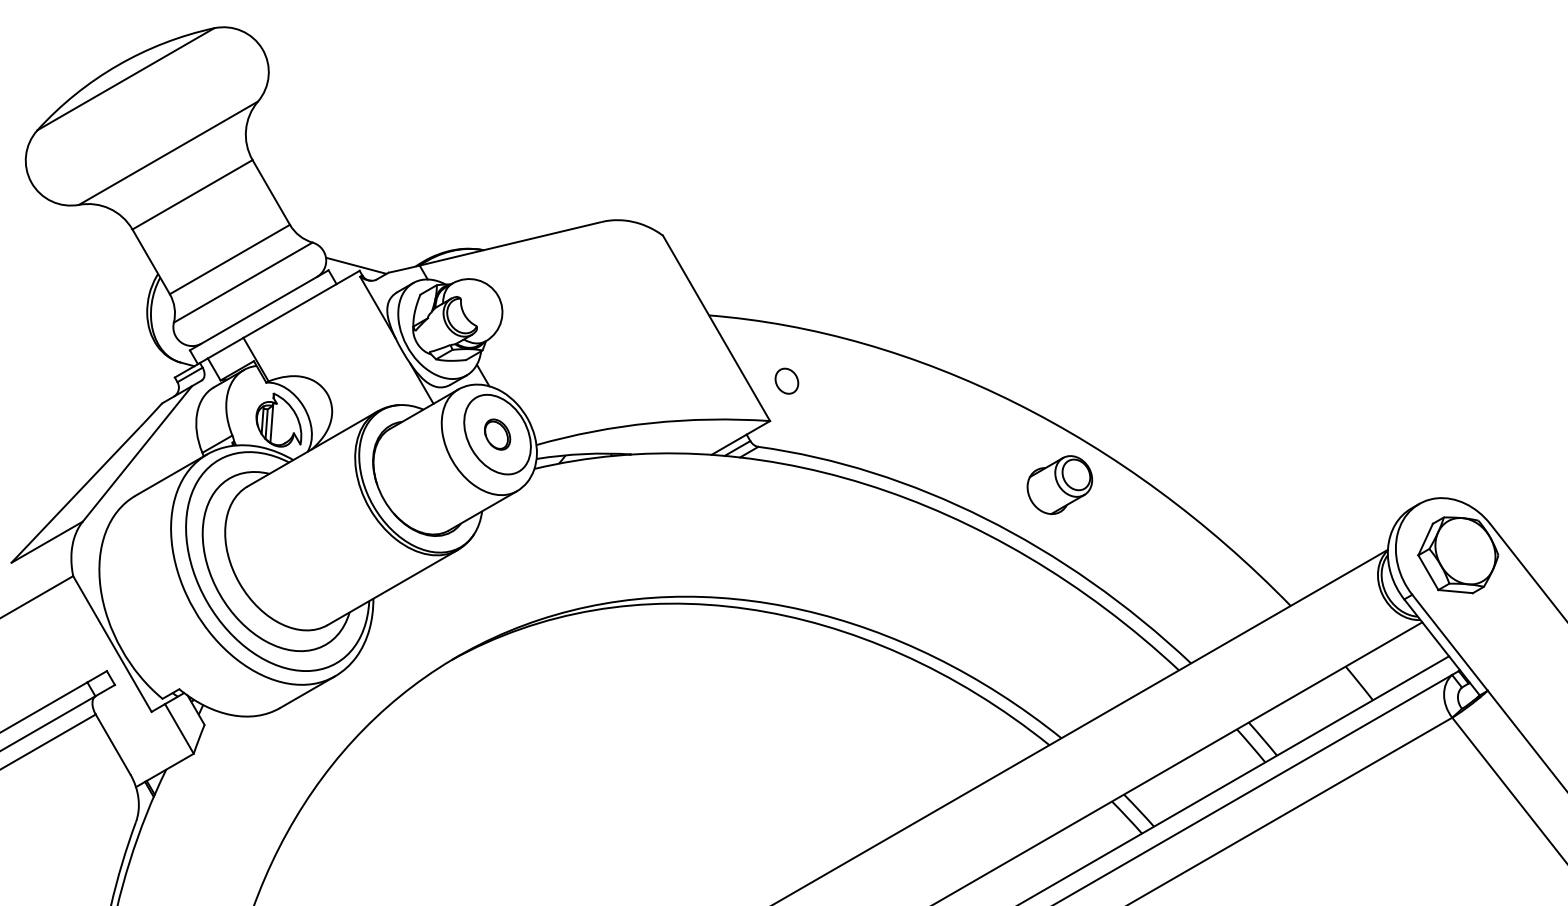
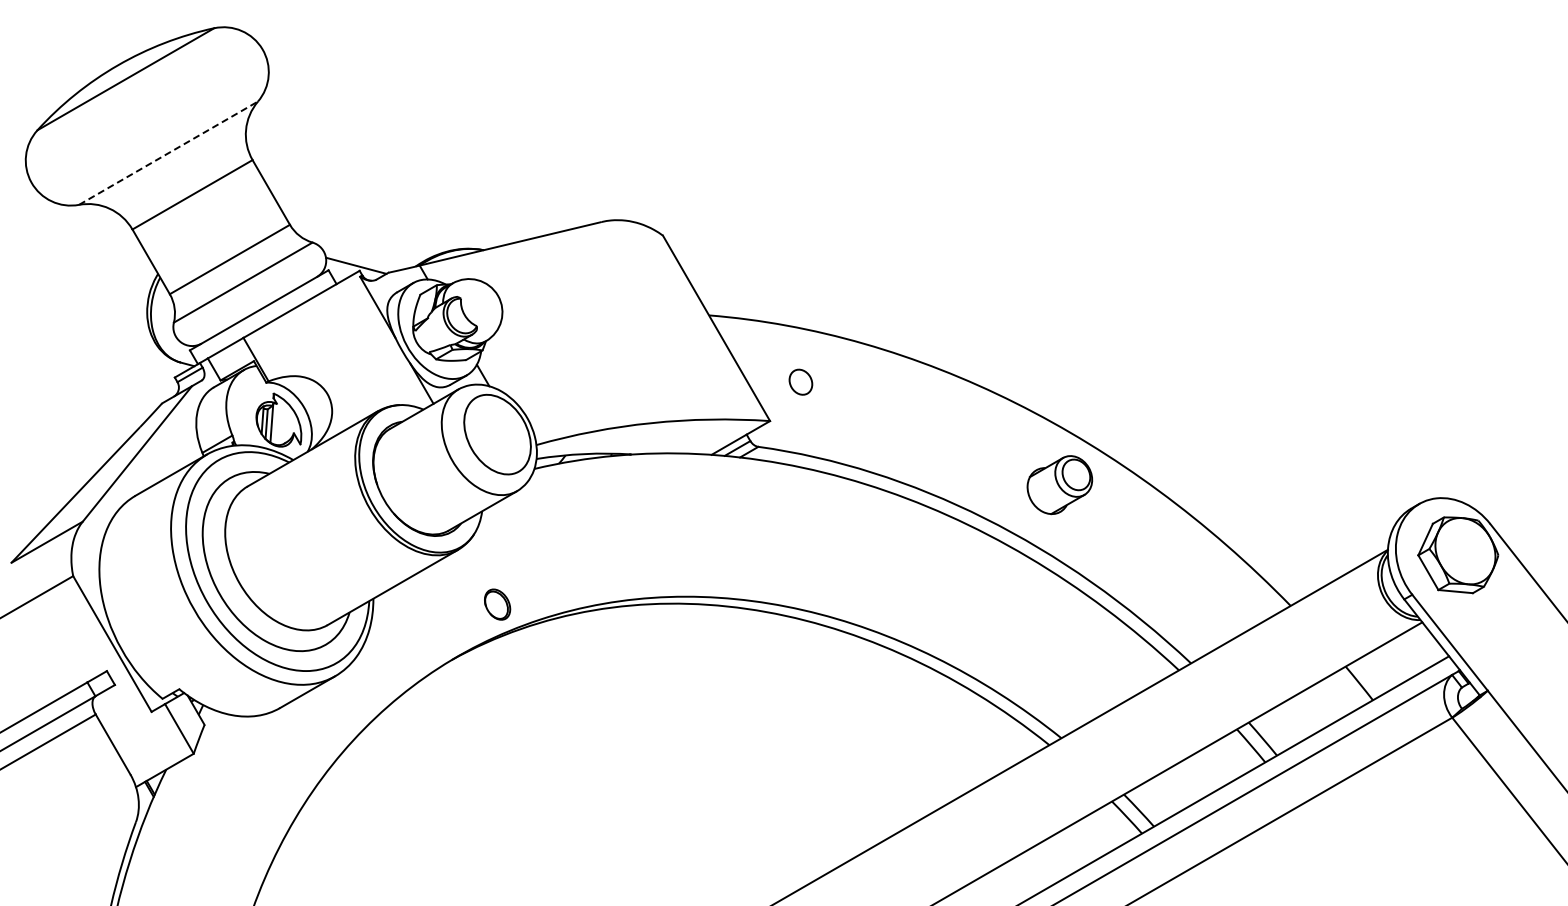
line at (168, 152): solid -> dashed
part at (786, 380) position: (786, 380) -> (800, 381)
part at (497, 434) position: (497, 434) -> (497, 604)
